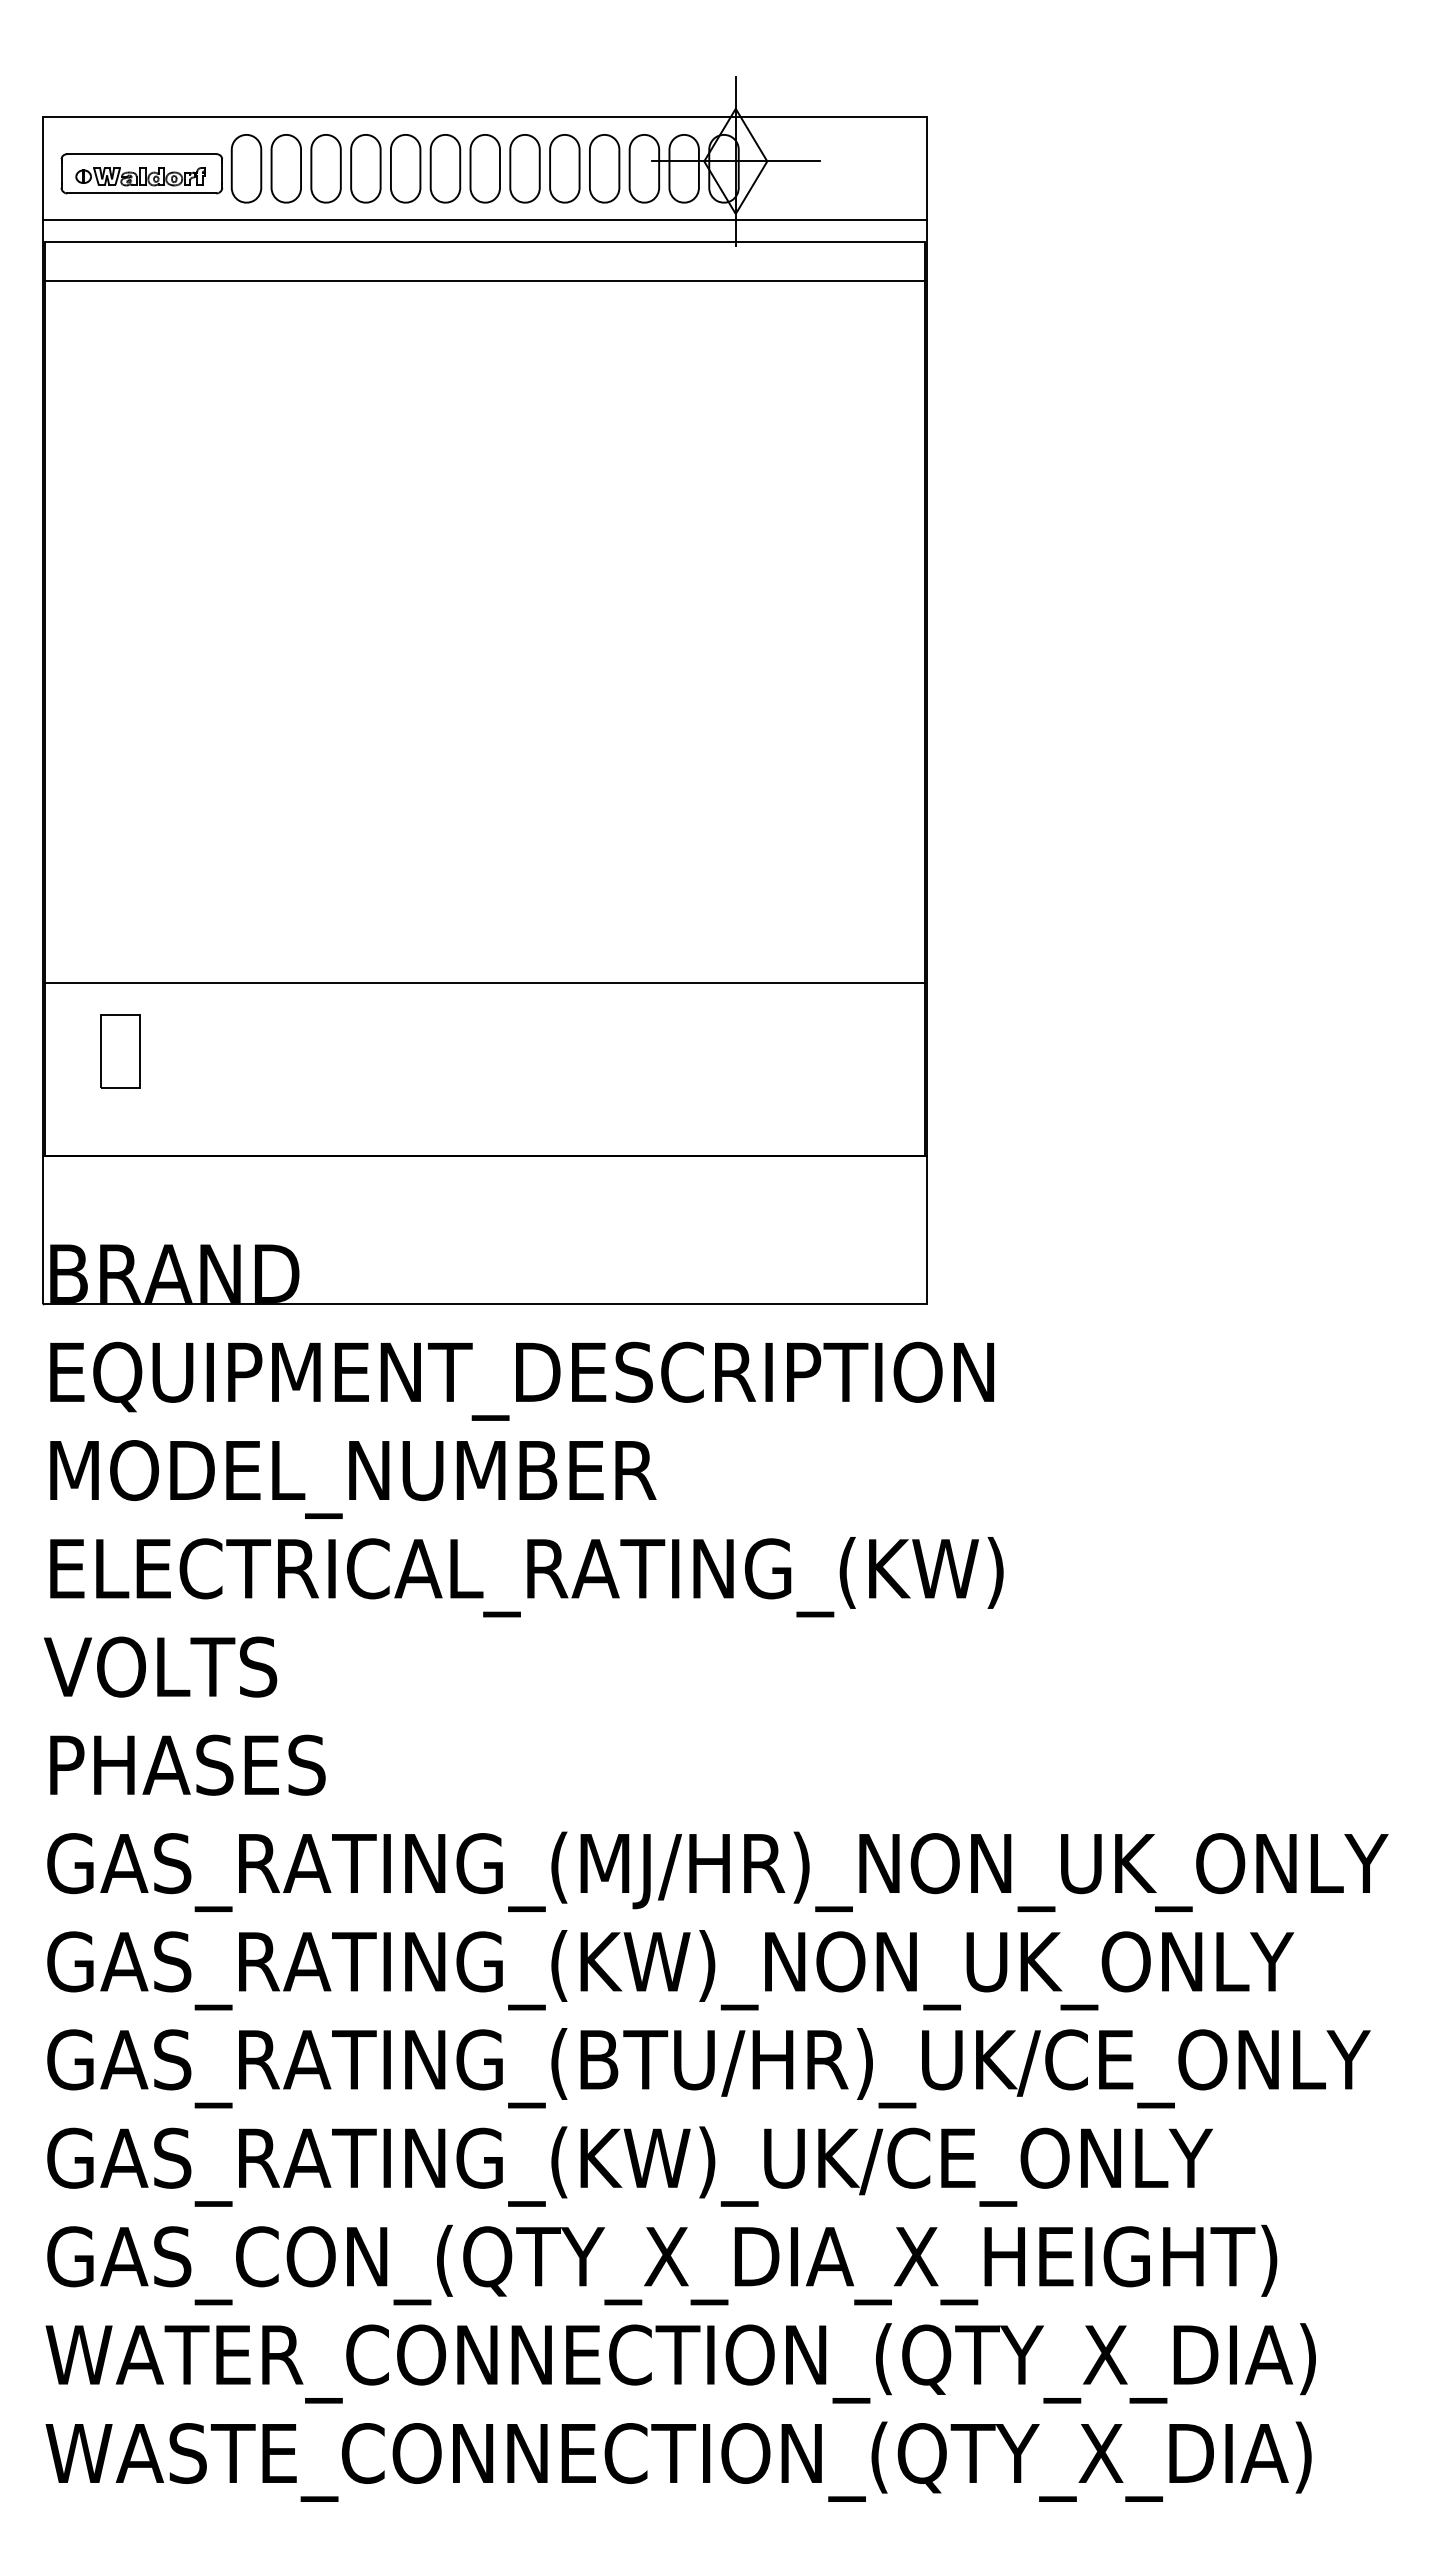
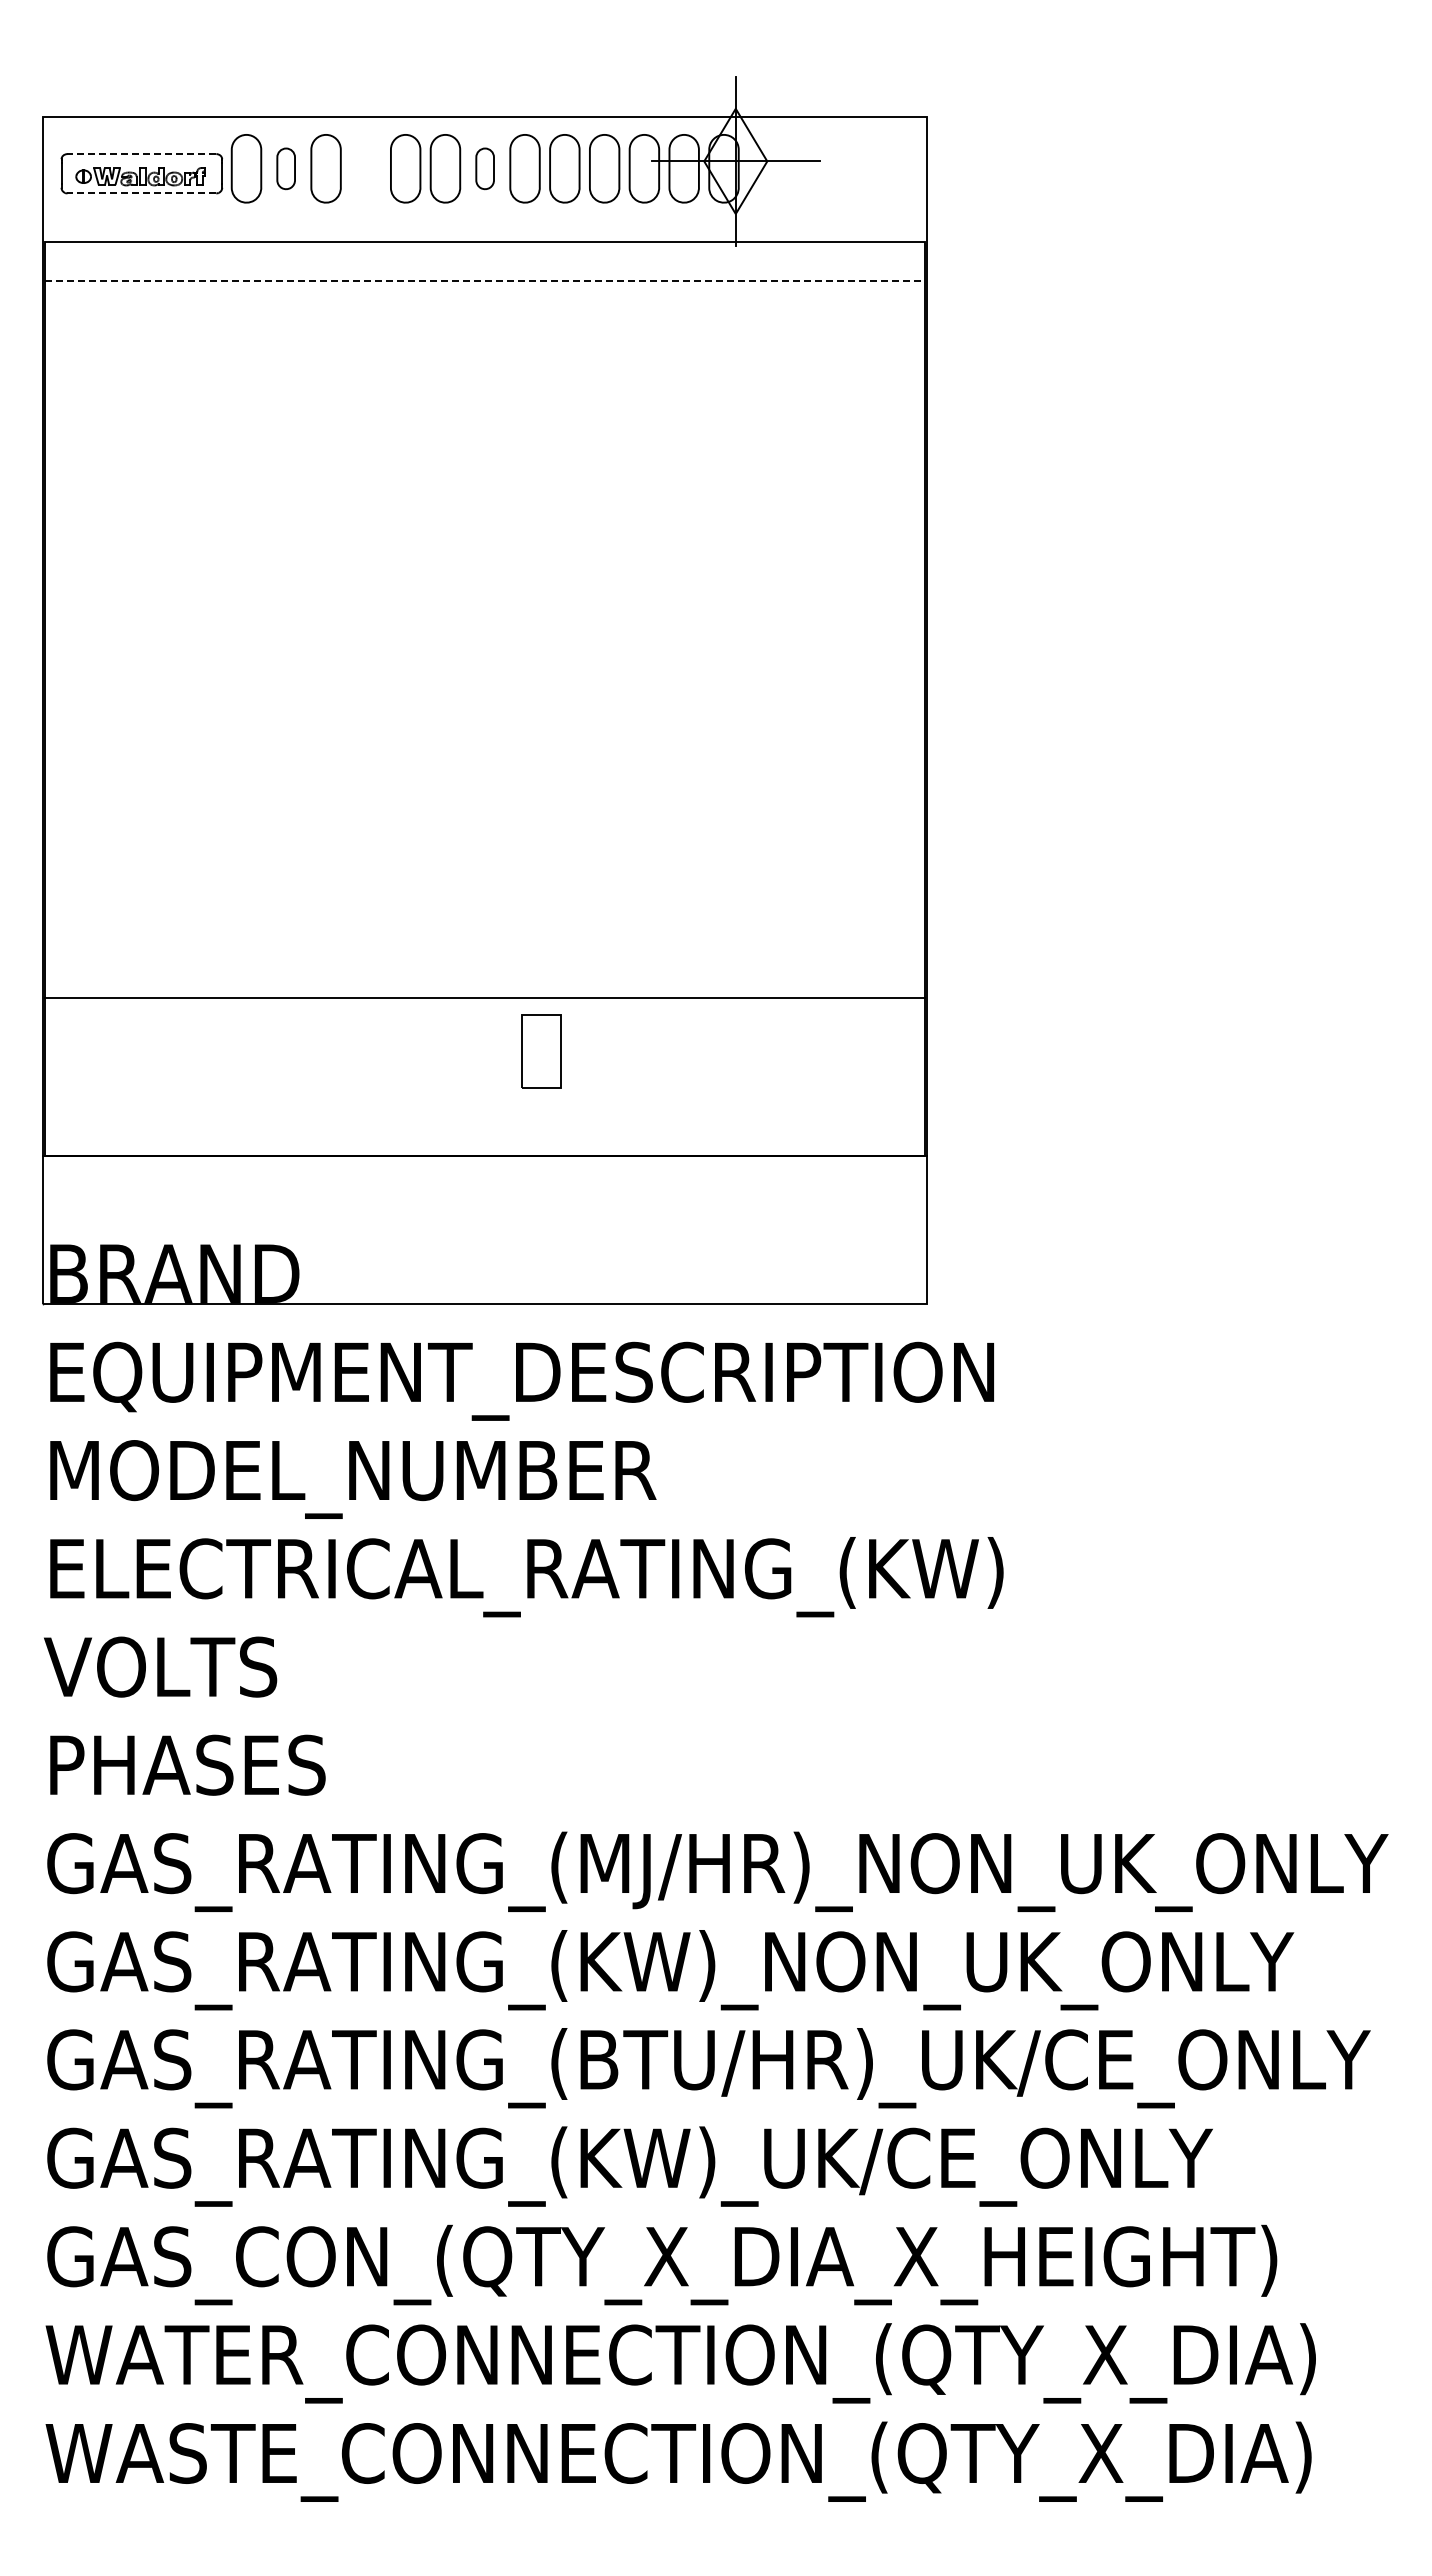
line at (141, 154): solid -> dashed
part at (285, 168) size: 32x70 px -> 20x44 px
part at (365, 168): present -> none
part at (484, 168) size: 32x70 px -> 20x44 px
line at (141, 193): solid -> dashed
line at (485, 220): present -> none
line at (485, 280): solid -> dashed
line at (485, 983) position: (485, 983) -> (485, 998)
part at (120, 1051) position: (120, 1051) -> (541, 1051)
